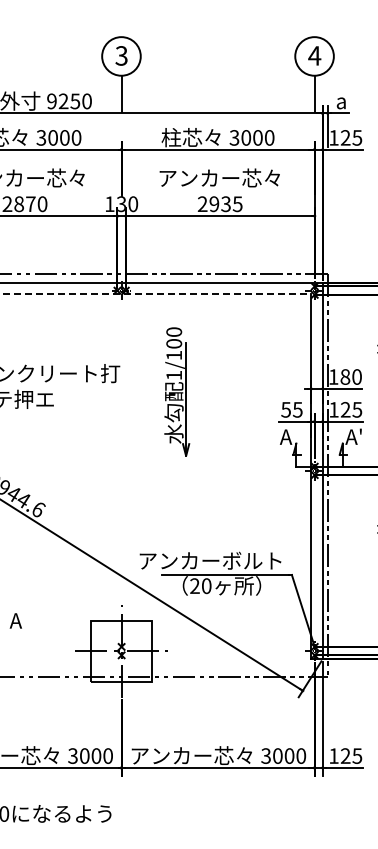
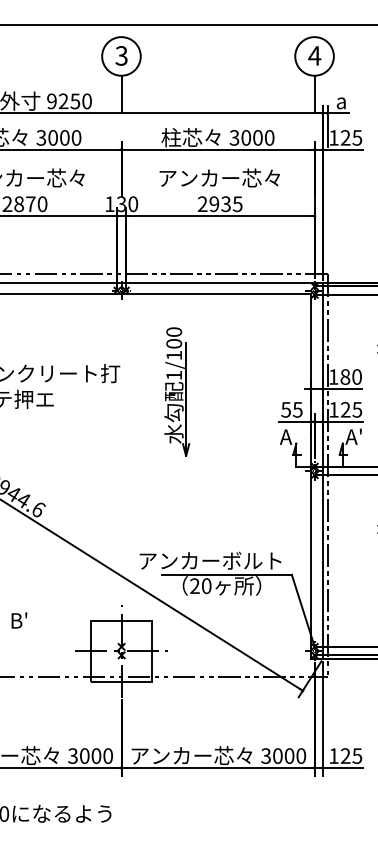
line at (188, 25): none -> present
line at (156, 294): dashed -> solid
text at (18, 620): A -> B'
